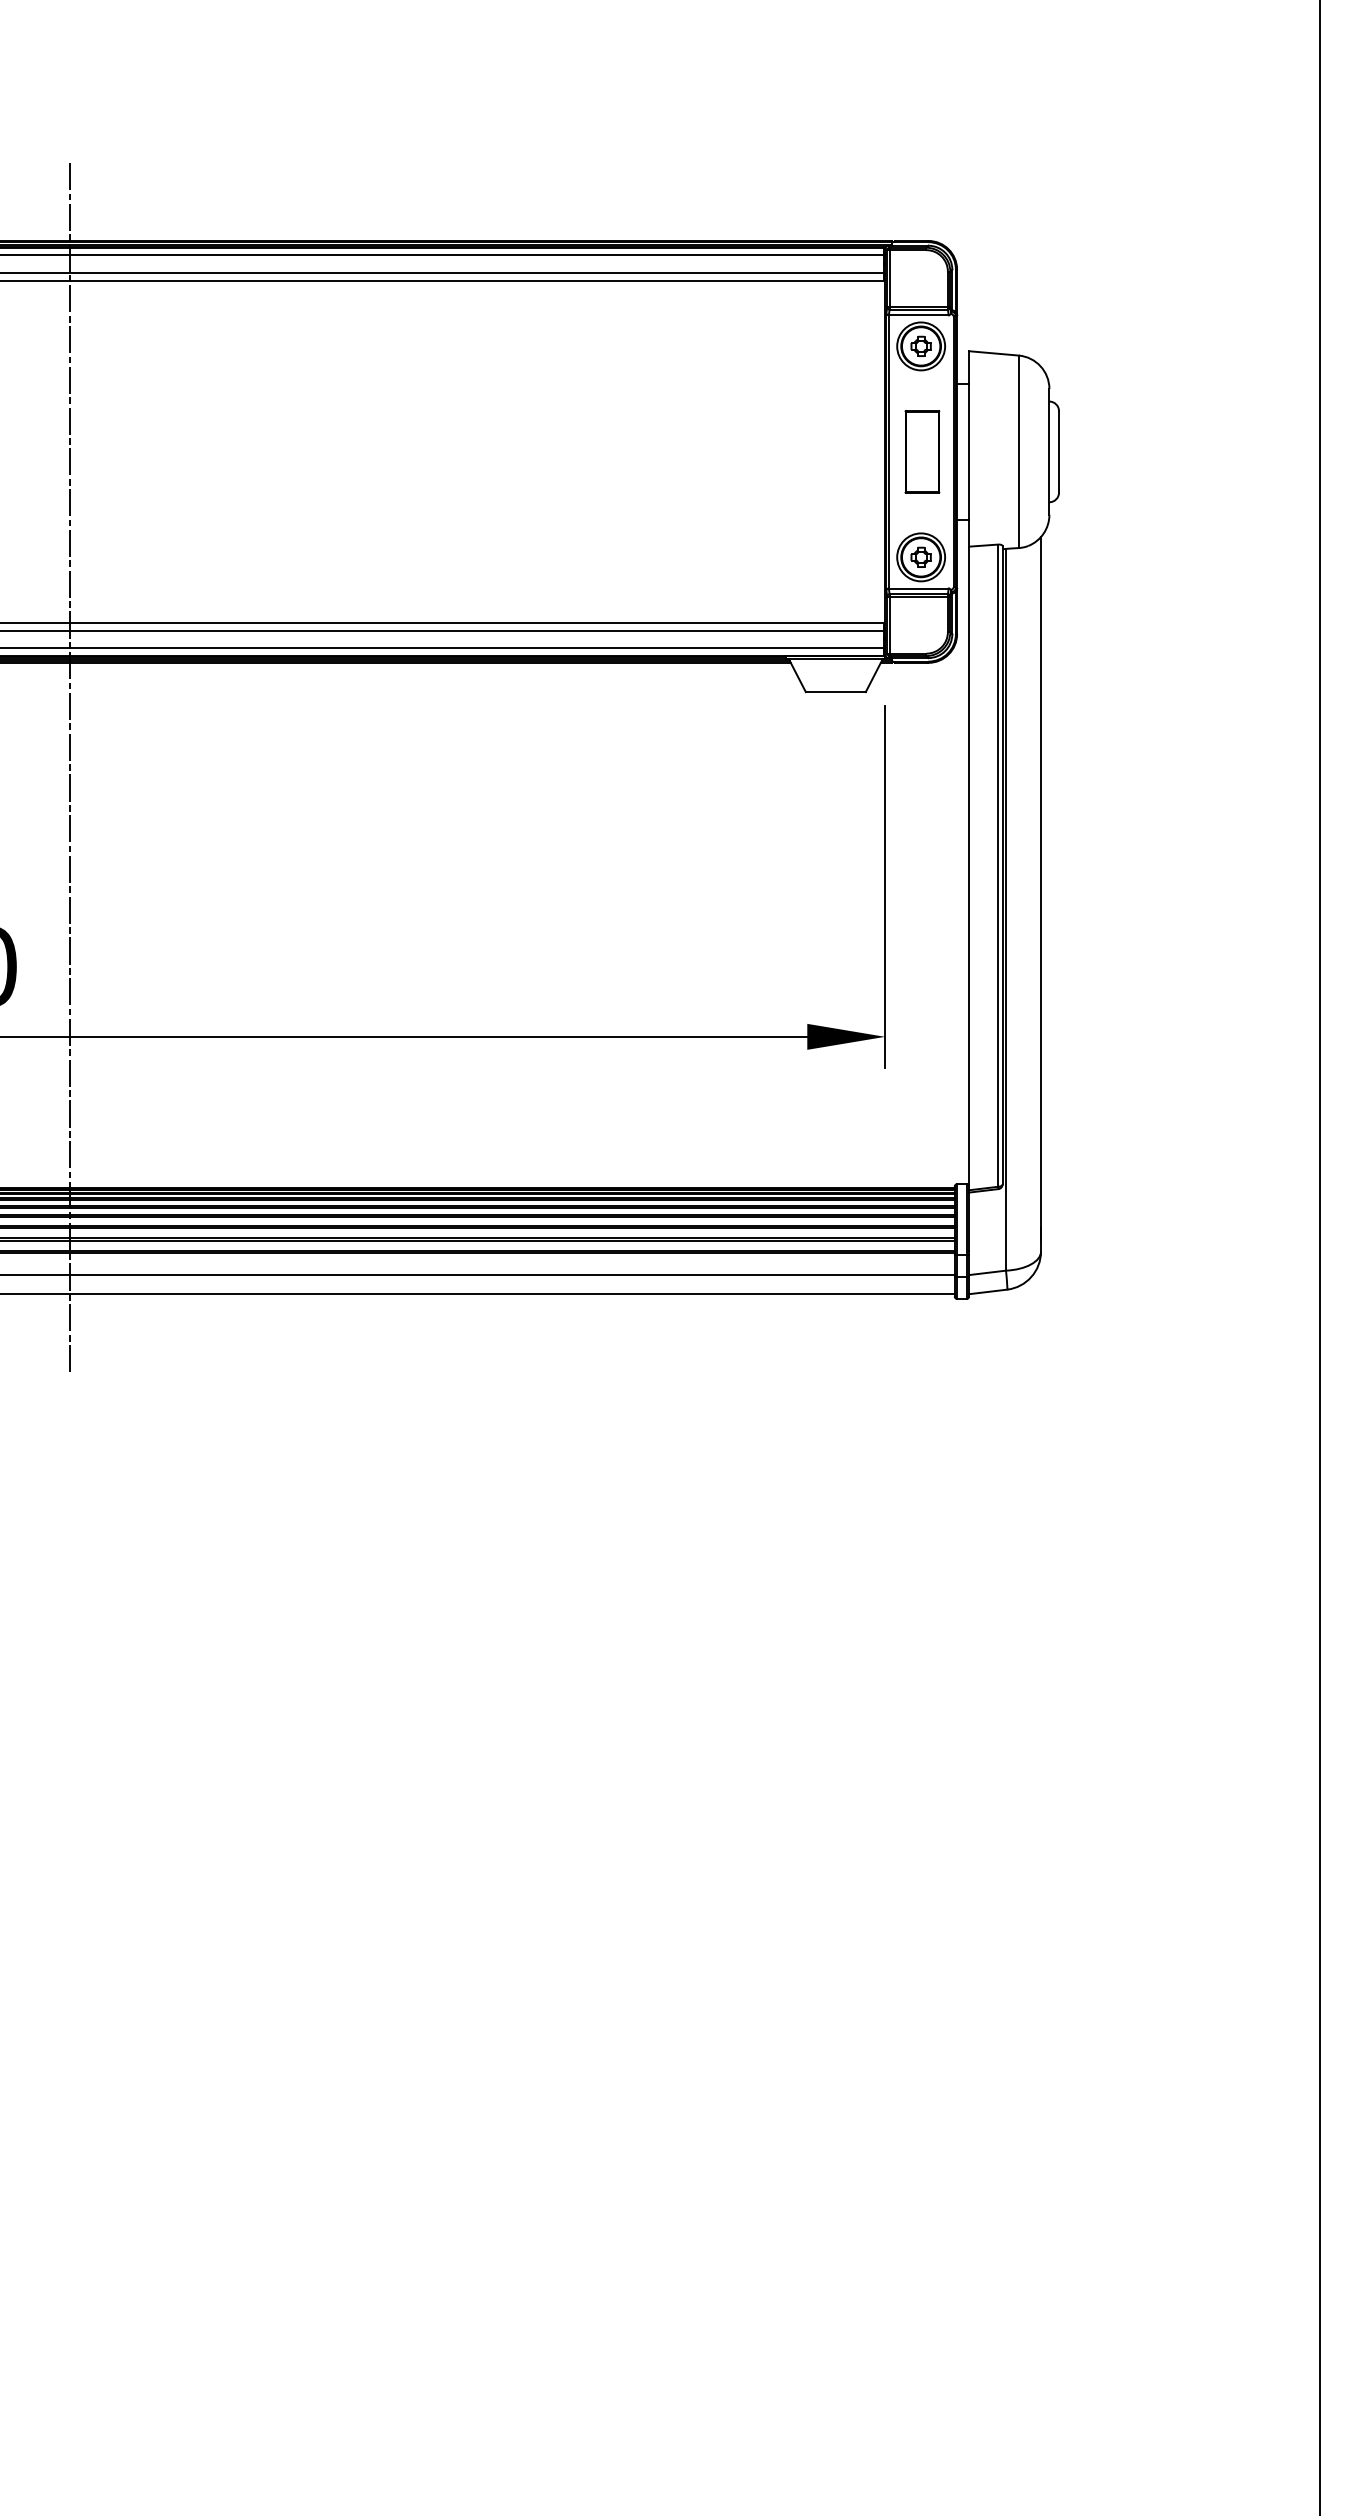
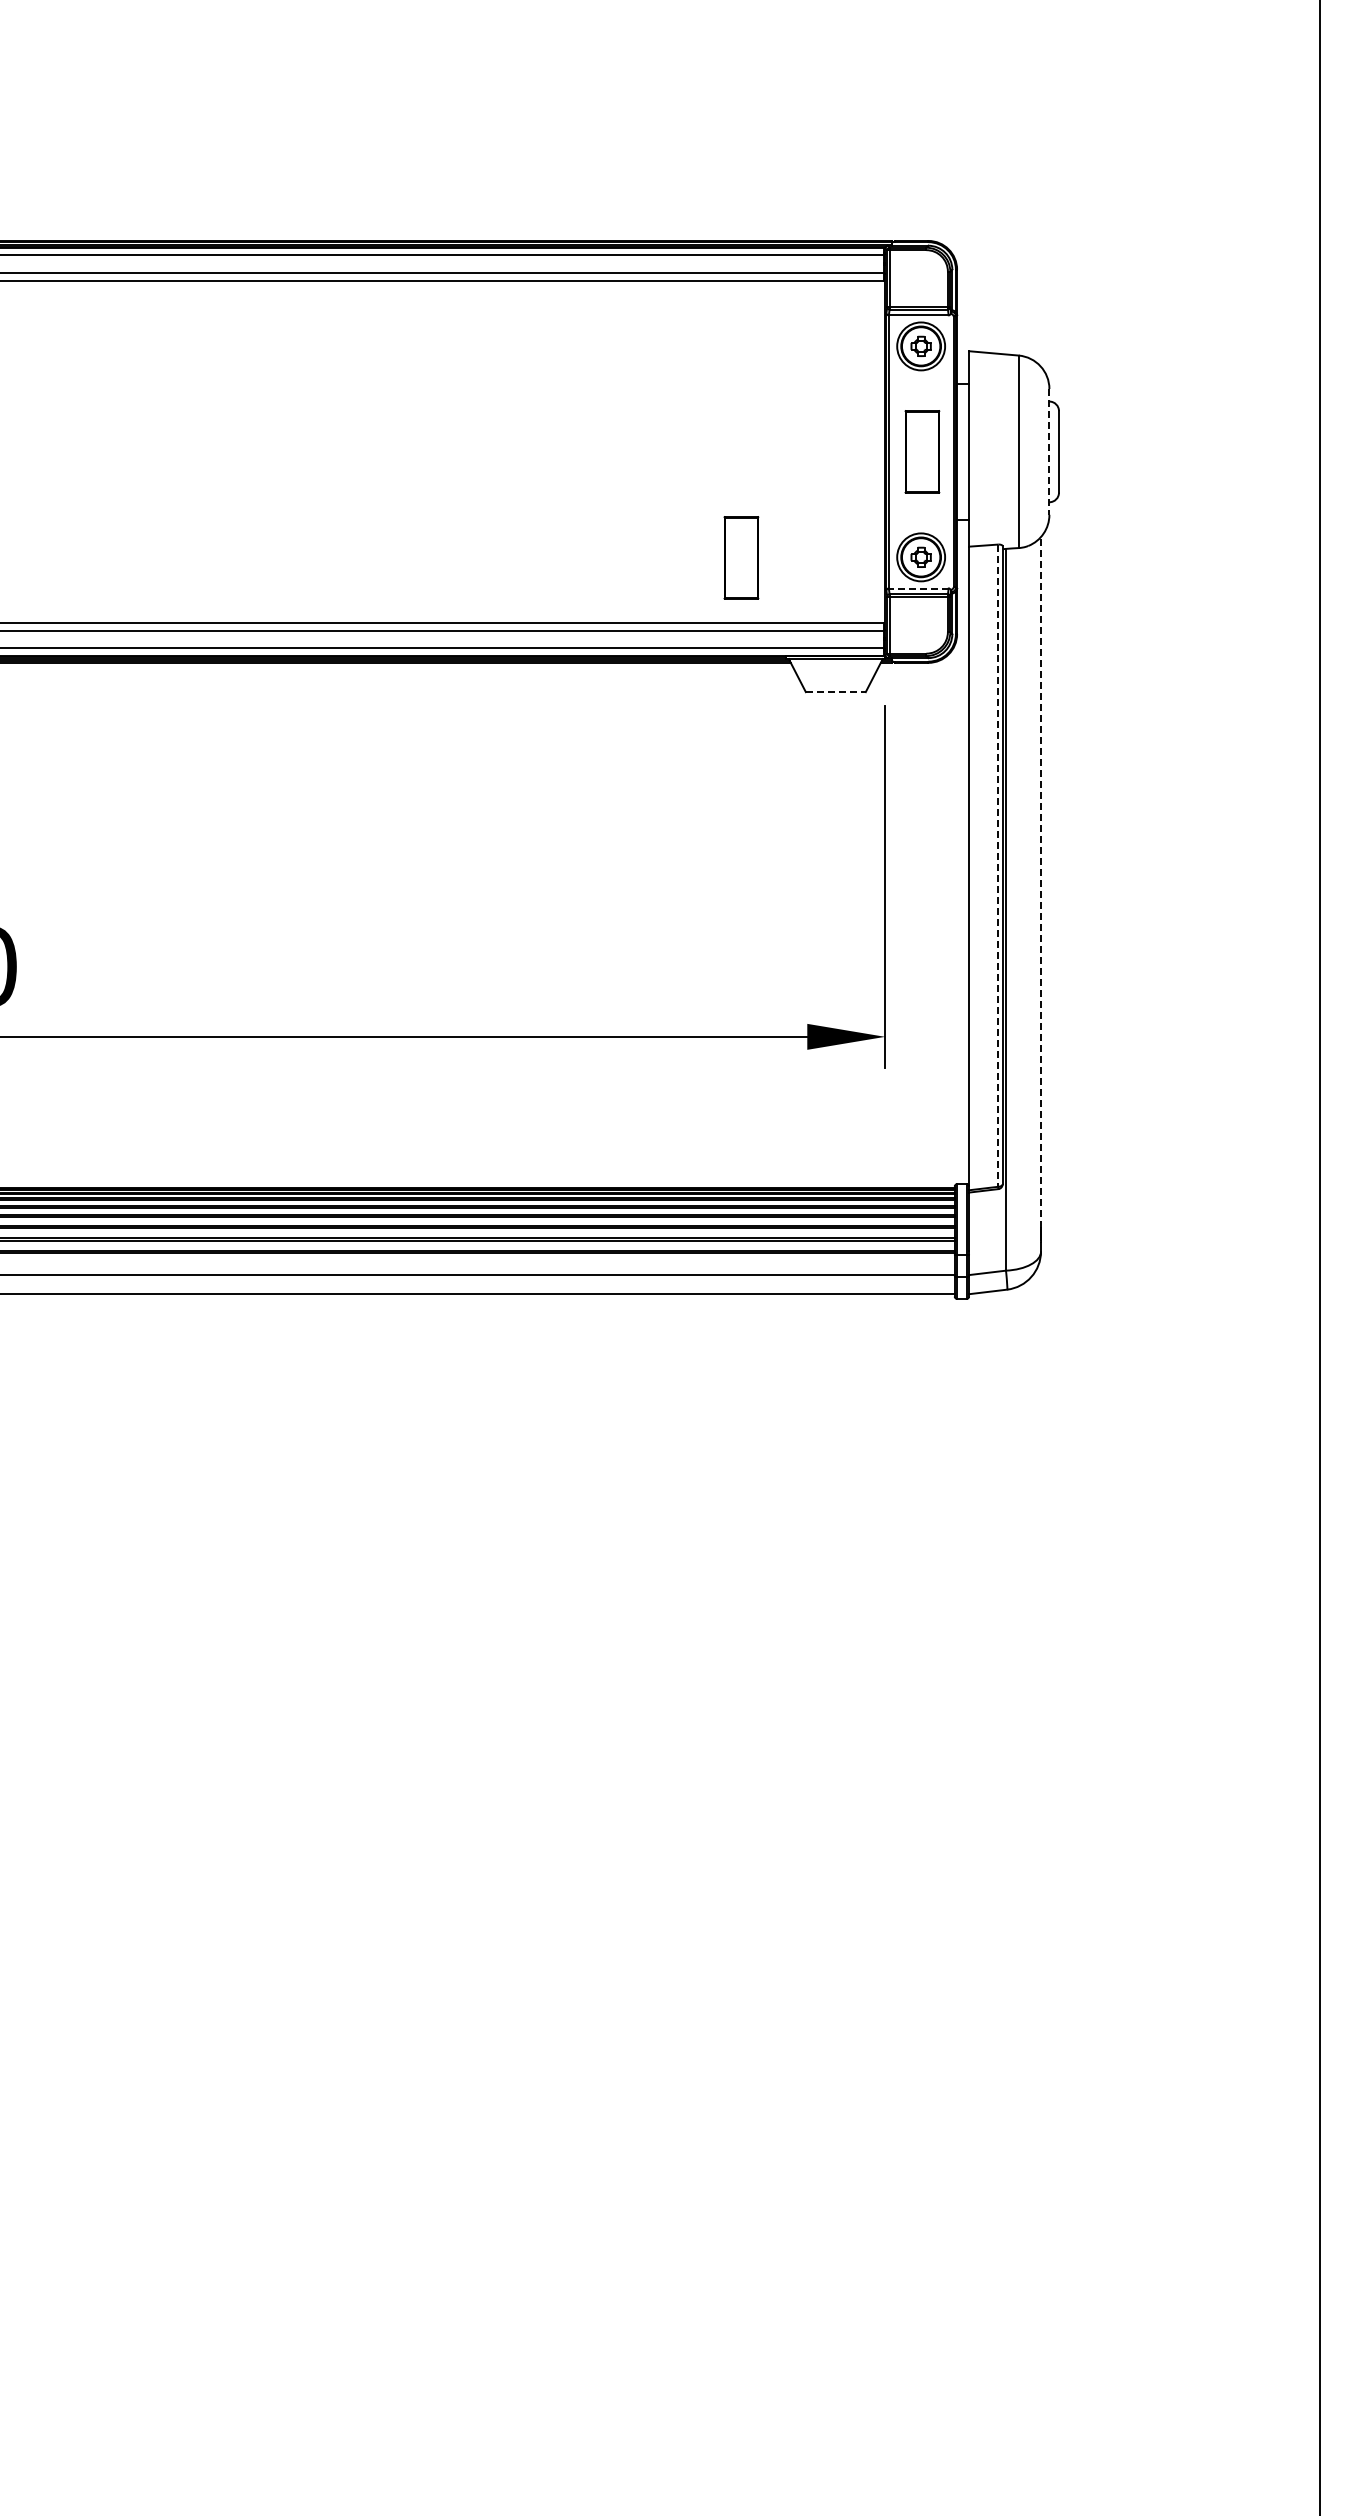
line at (1049, 451): solid -> dashed
part at (741, 557): none -> present
line at (918, 588): solid -> dashed
line at (835, 692): solid -> dashed
line at (70, 767): present -> none
line at (998, 866): solid -> dashed
line at (1041, 882): solid -> dashed
